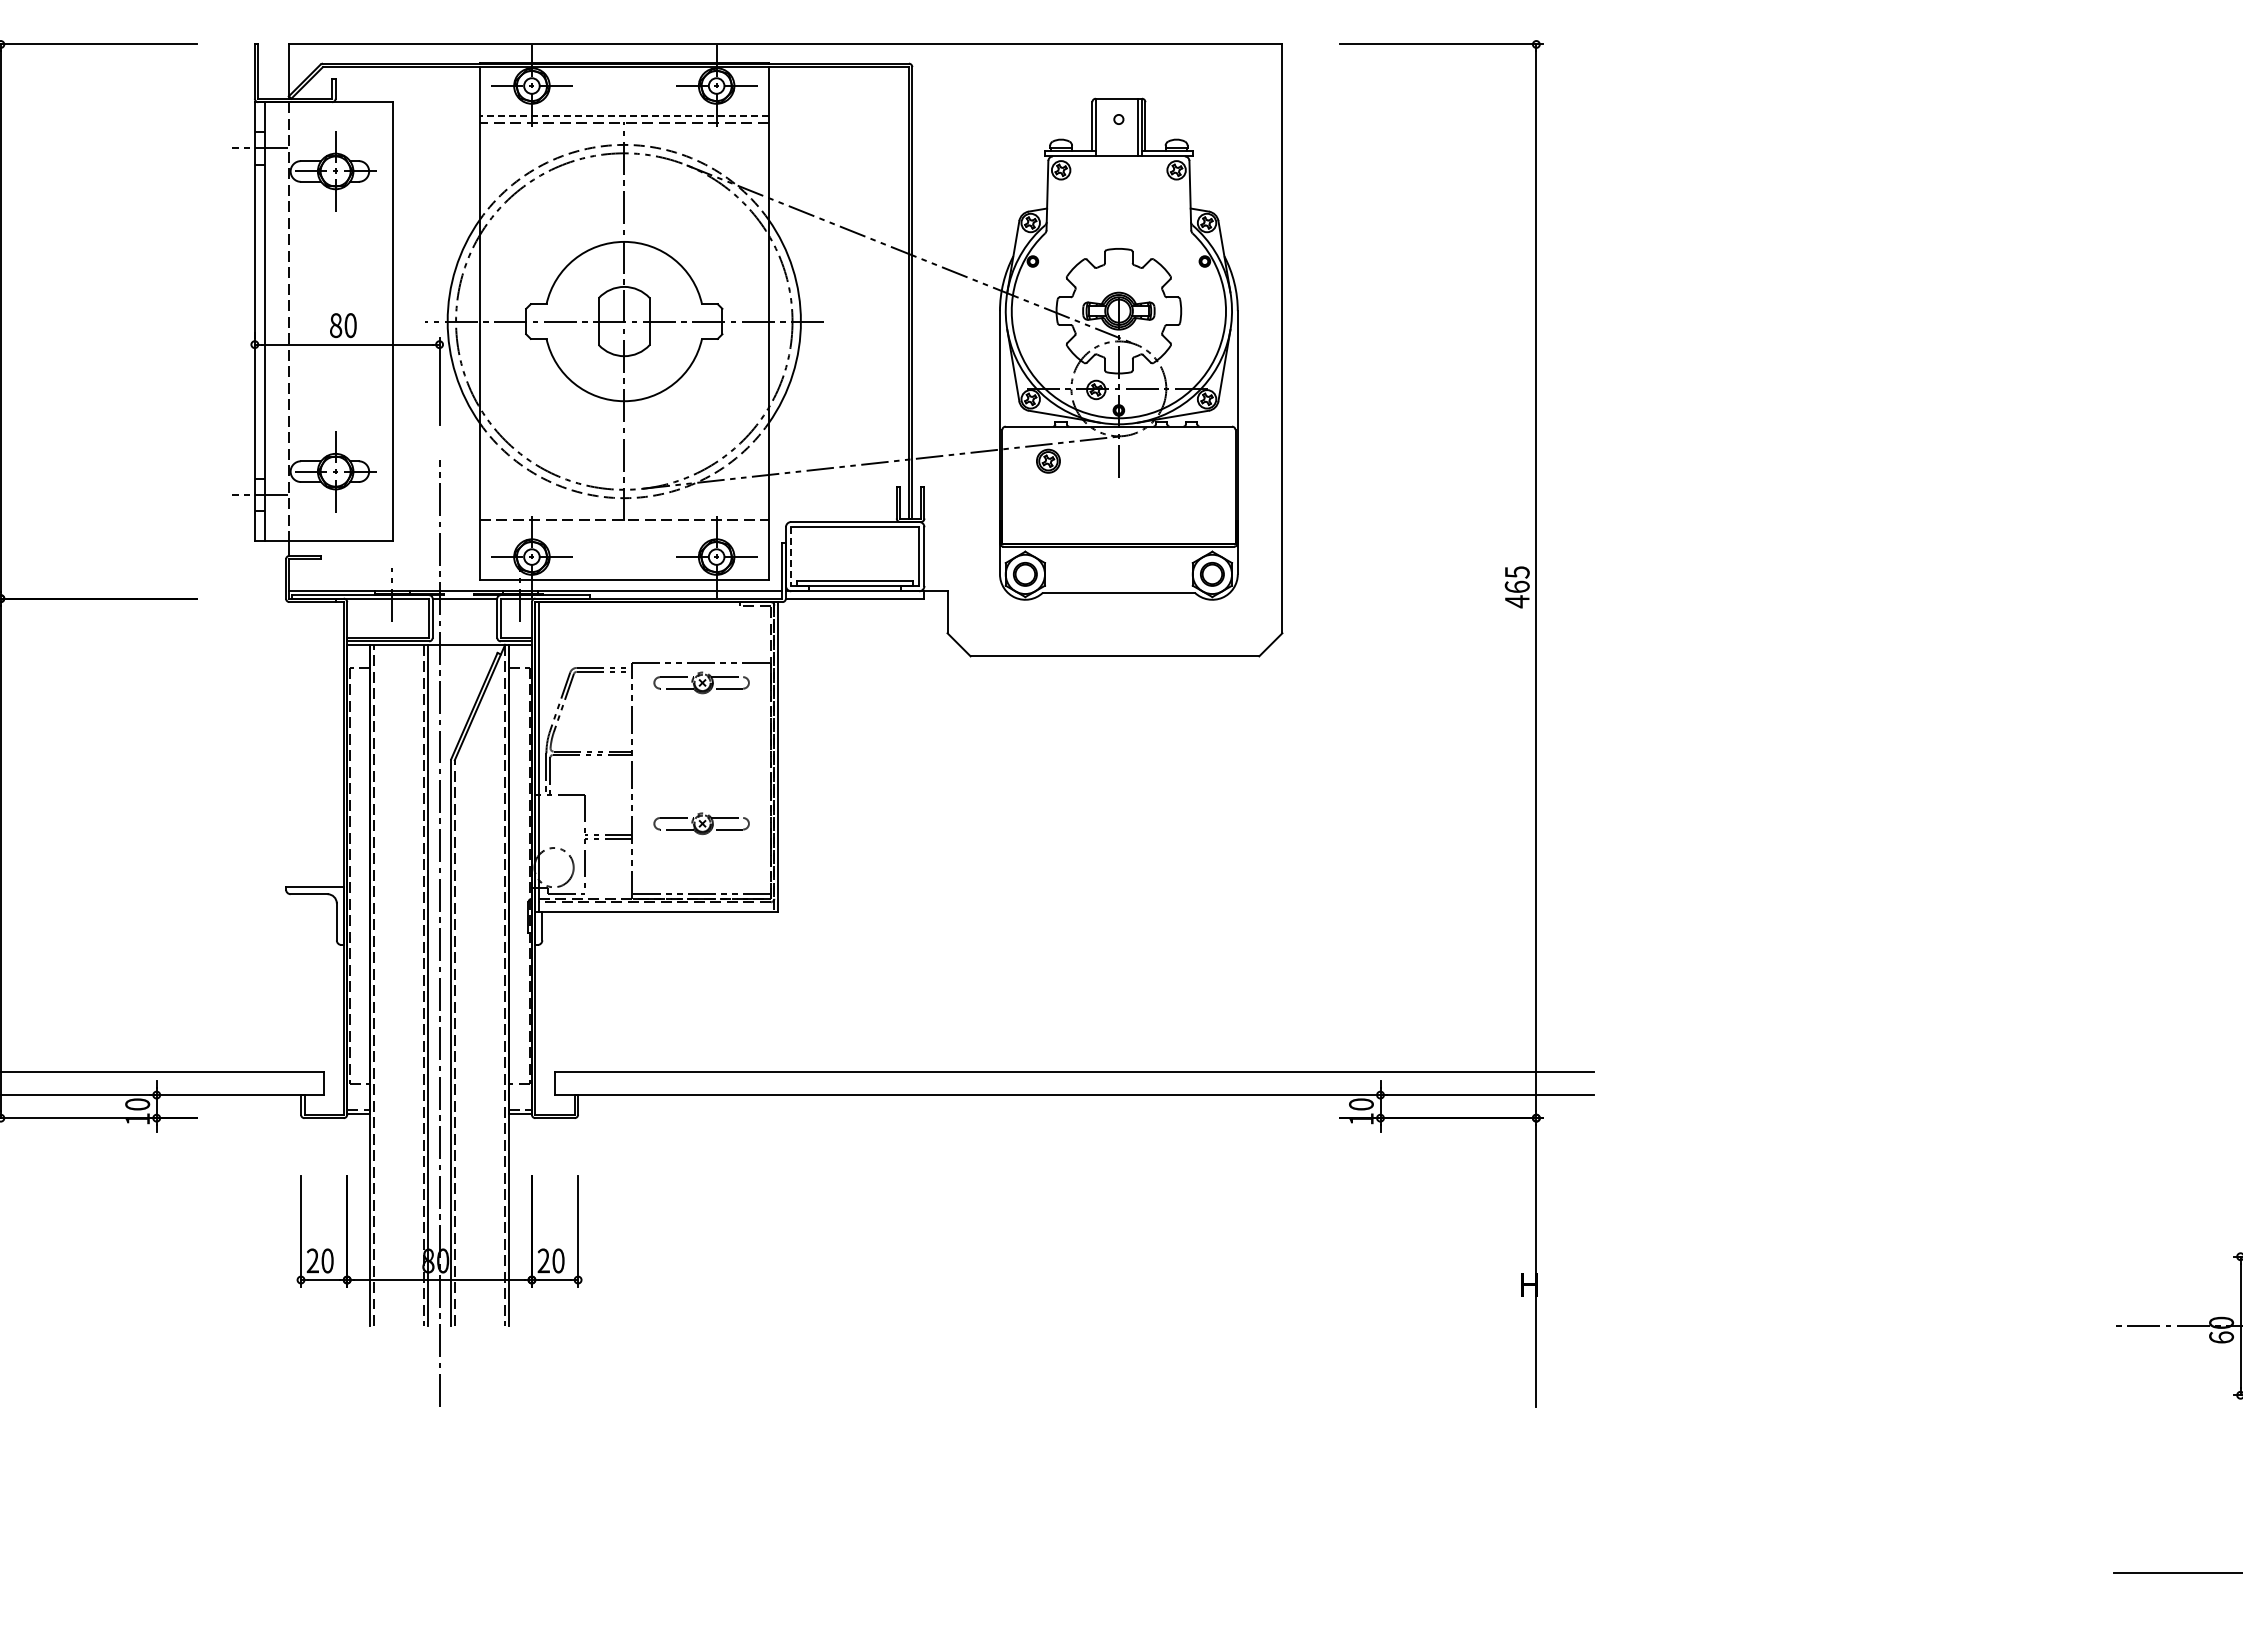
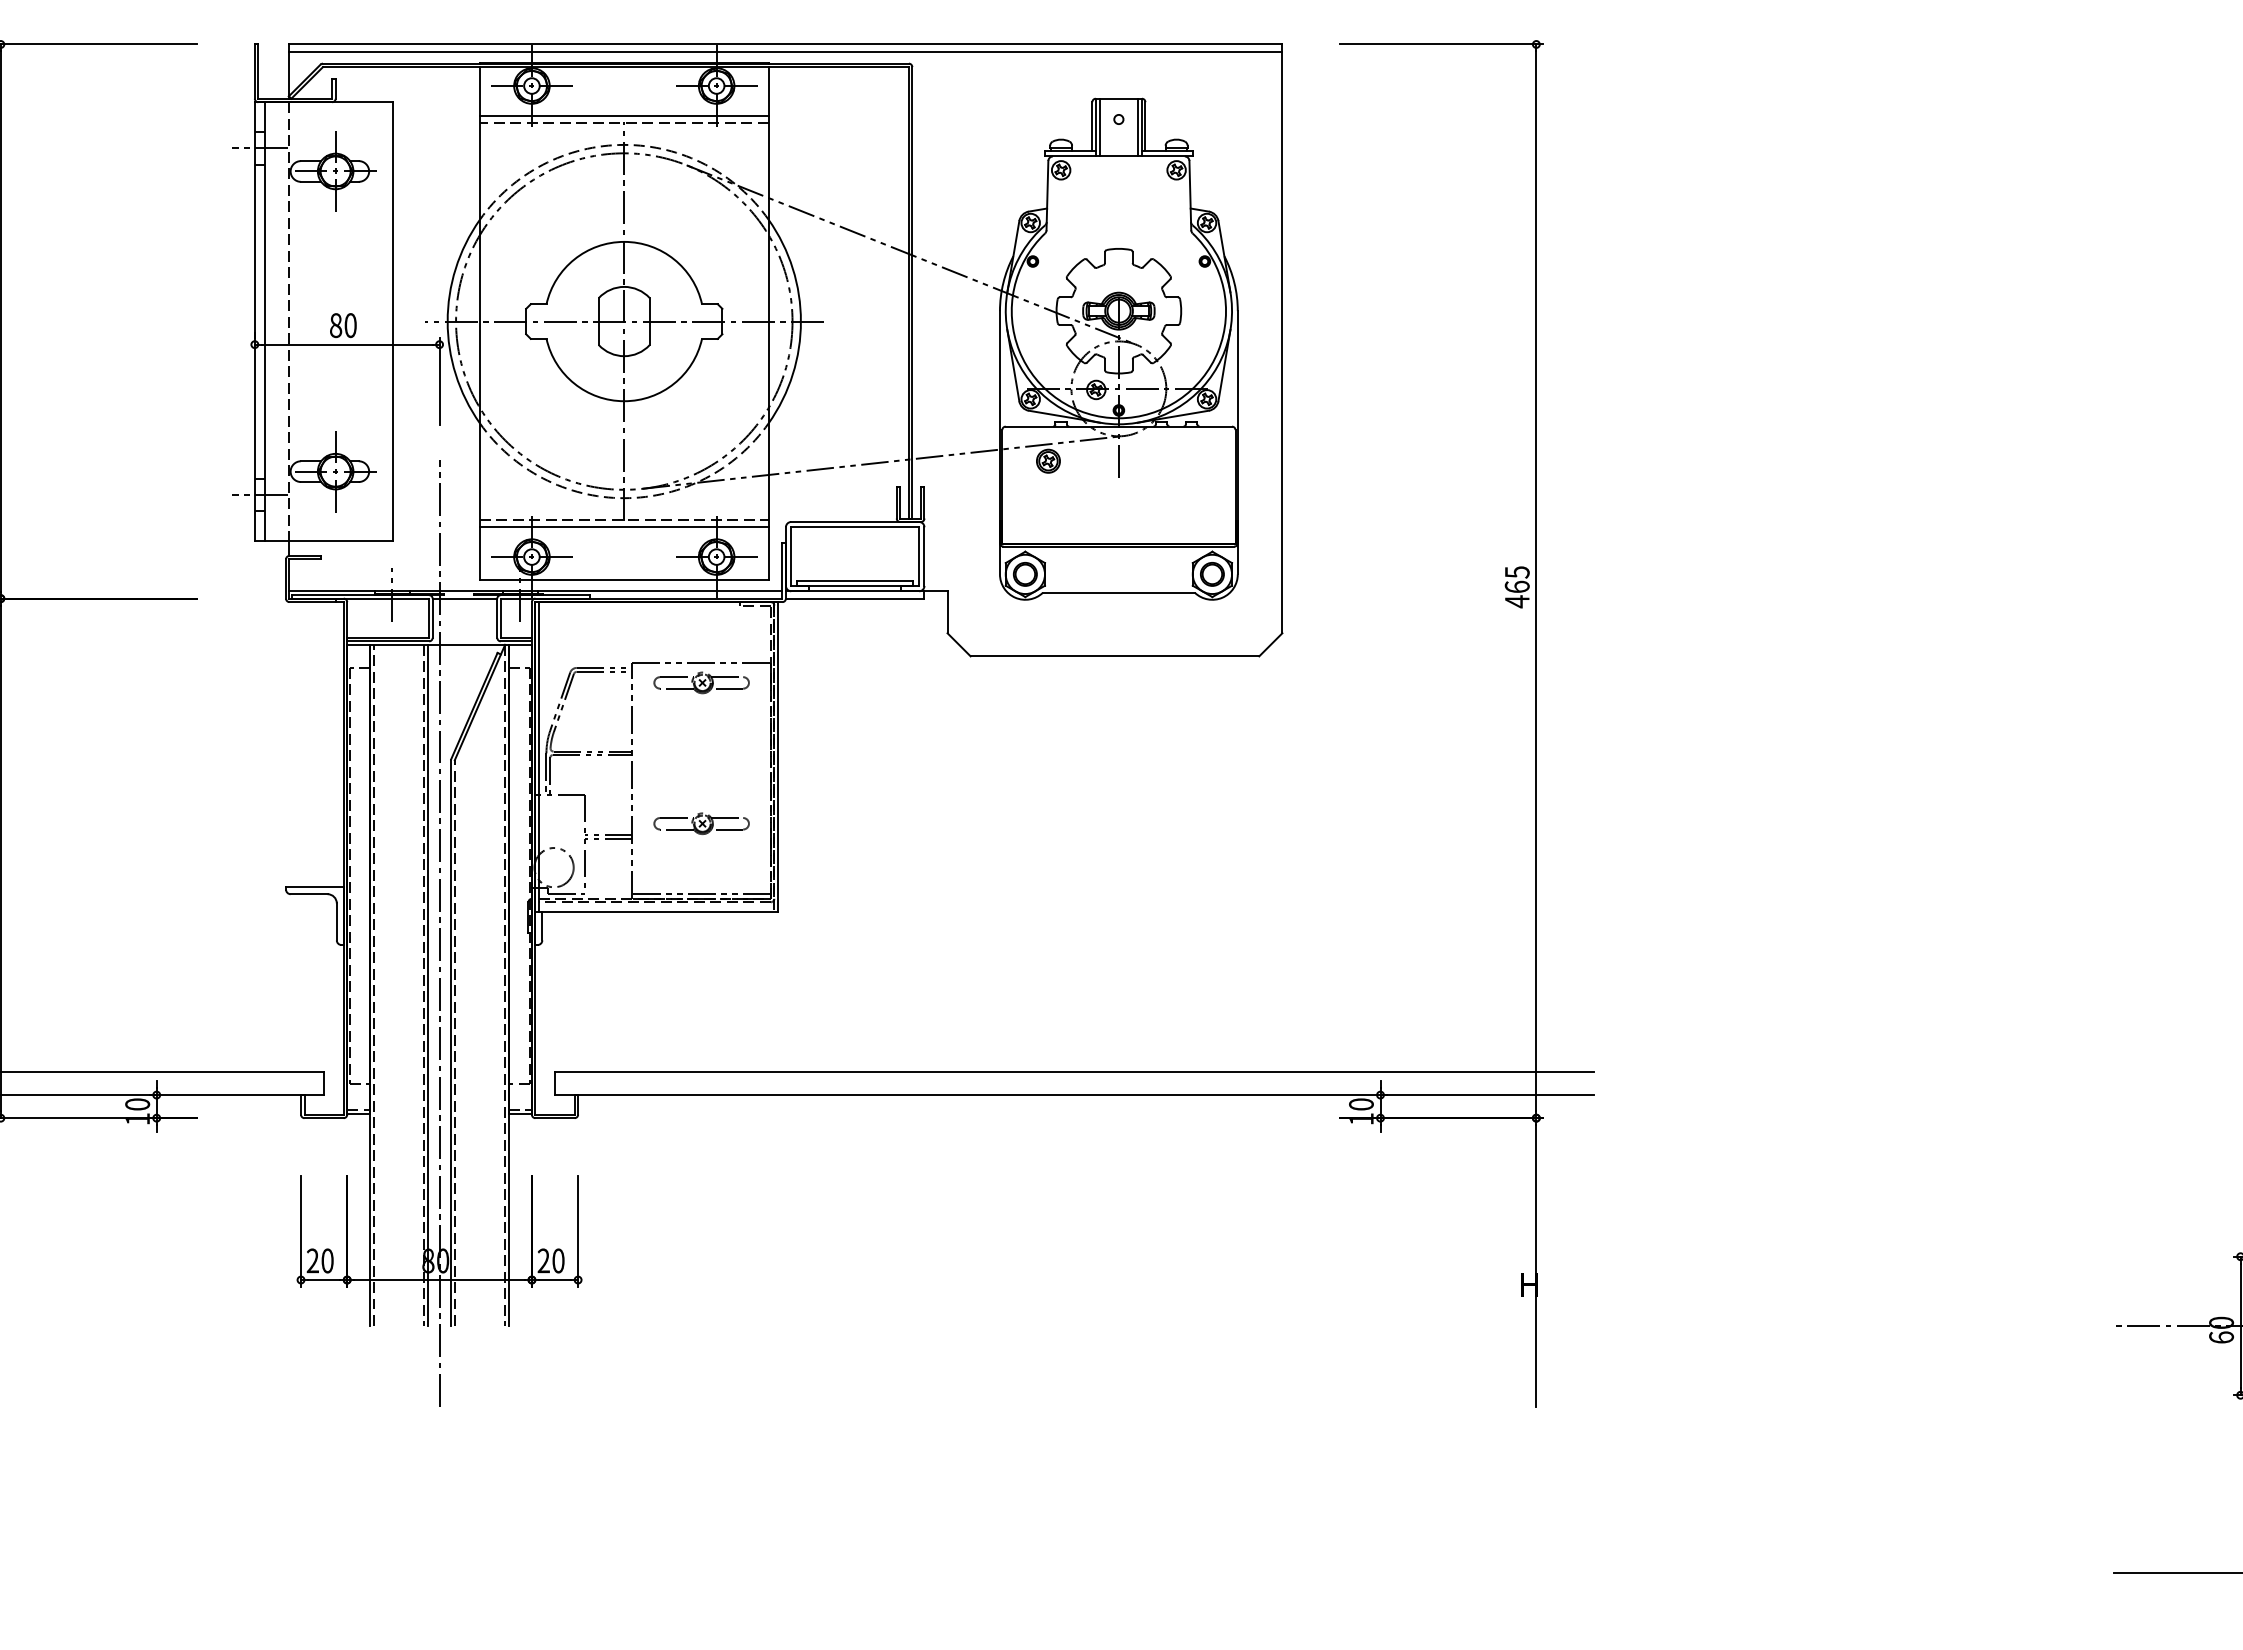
line at (785, 51): none -> present
line at (623, 116): dashed -> solid
line at (1099, 127): none -> present
line at (623, 527): none -> present
line at (791, 557): dashed -> solid
